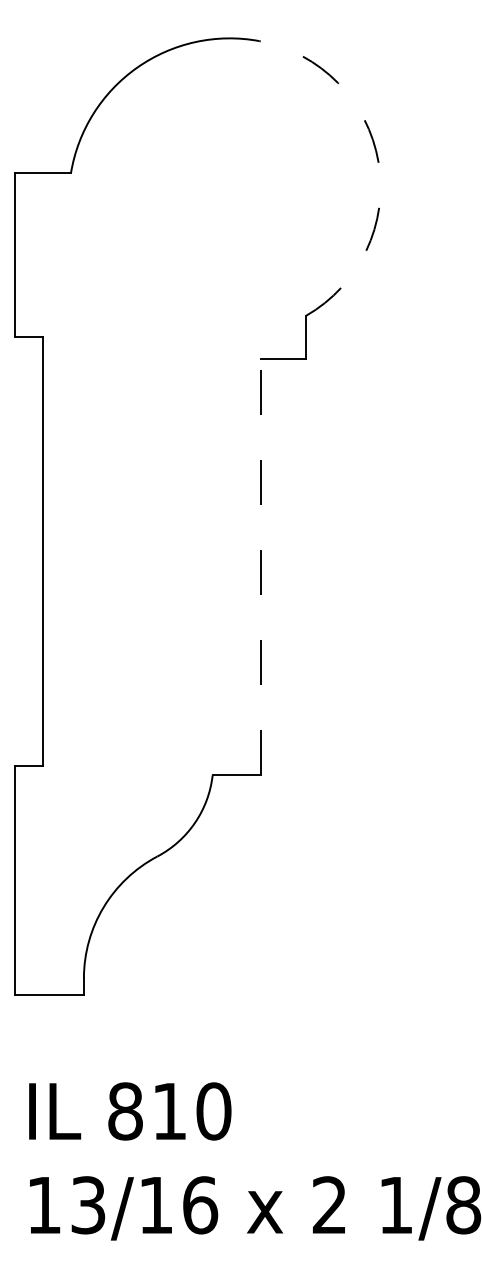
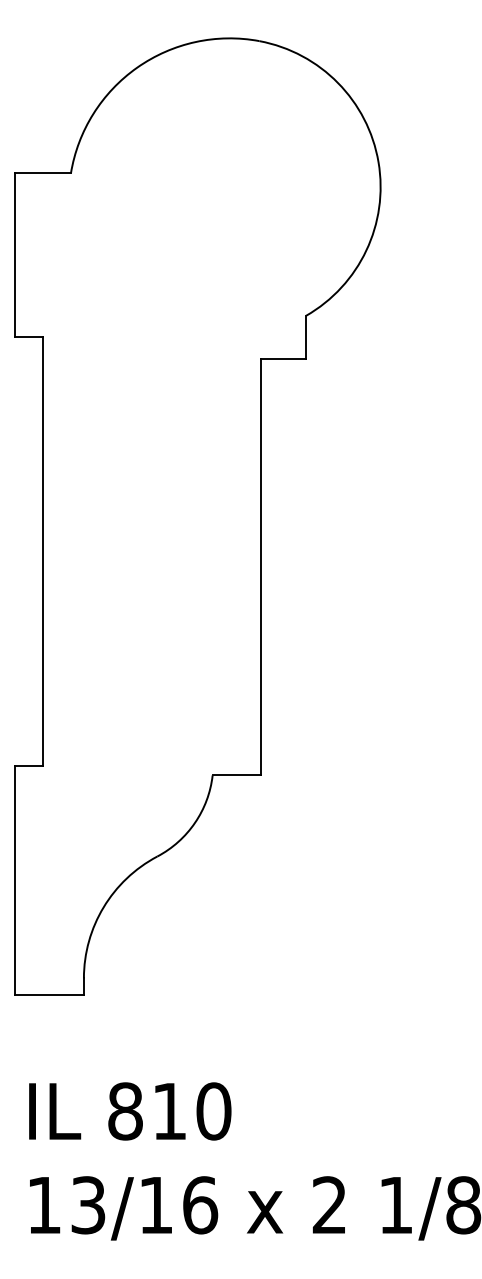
arc at (378, 162): dashed -> solid
line at (260, 566): dashed -> solid
